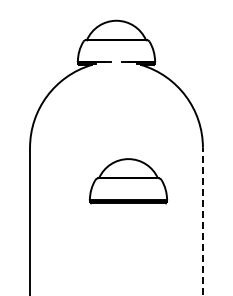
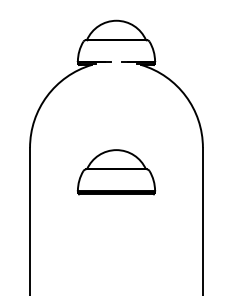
part at (128, 181) position: (128, 181) -> (116, 172)
line at (202, 221): dashed -> solid
